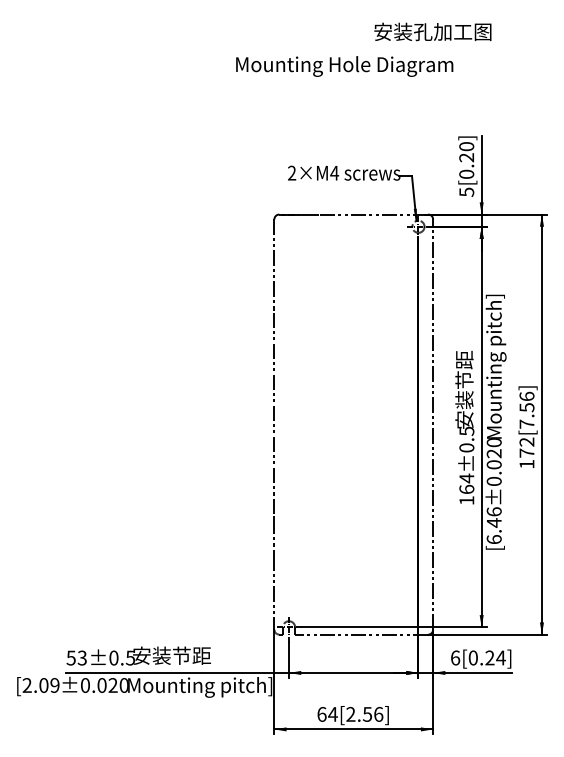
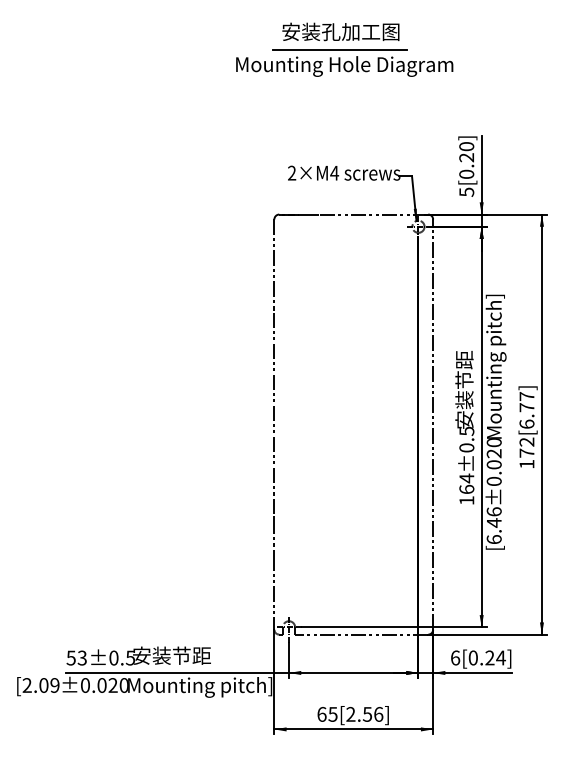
text at (432, 31) position: (432, 31) -> (340, 31)
line at (339, 49): none -> present
text at (526, 409): 172[7.56] -> 172[6.77]
text at (332, 714): 64[2.56] -> 65[2.56]
